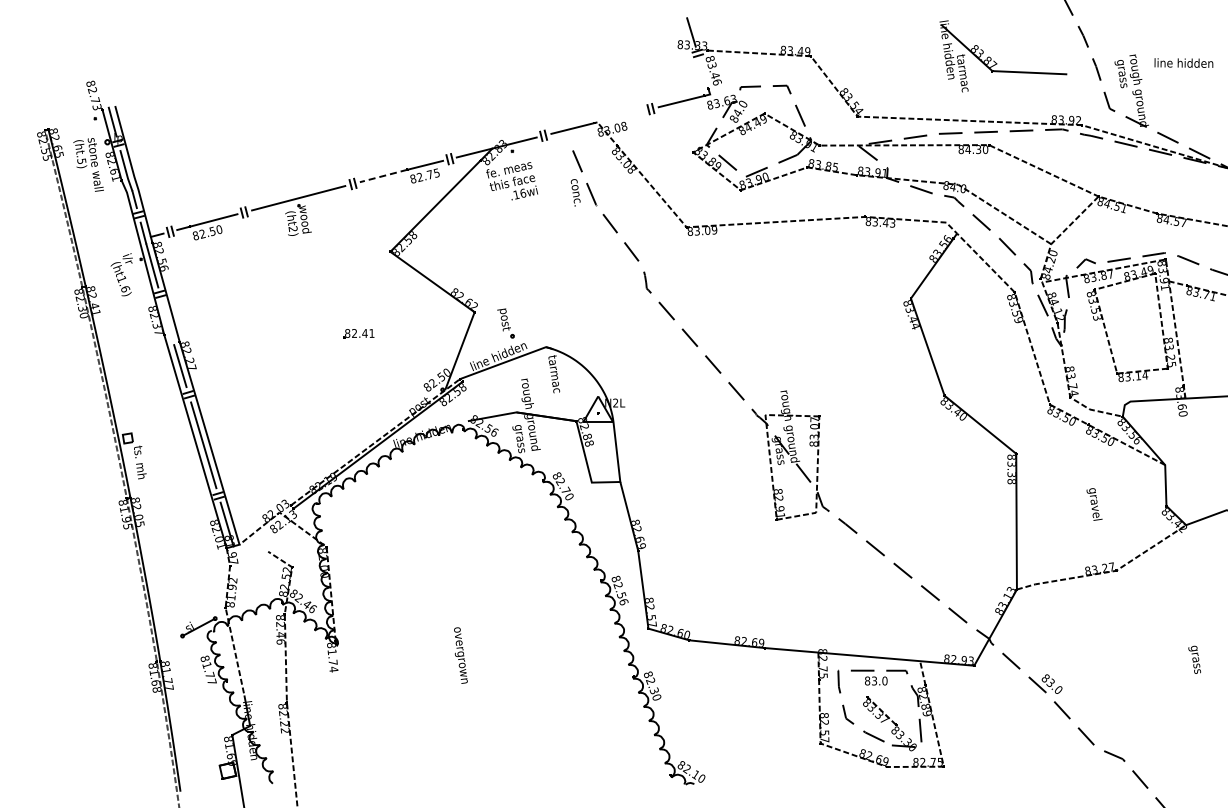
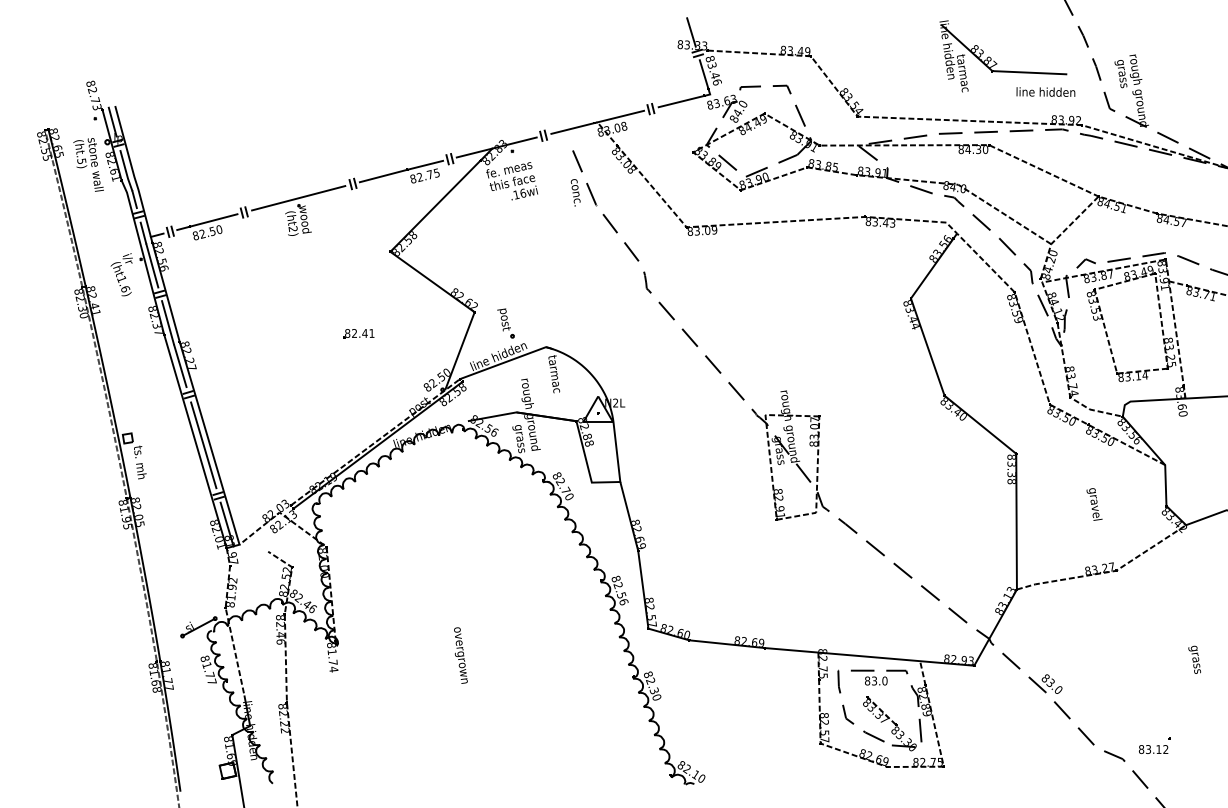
text at (1183, 62) position: (1183, 62) -> (1045, 91)
line at (703, 74): none -> present
line at (620, 116): none -> present
line at (383, 176): dashed -> solid
line at (167, 322): none -> present
part at (1154, 745): none -> present
